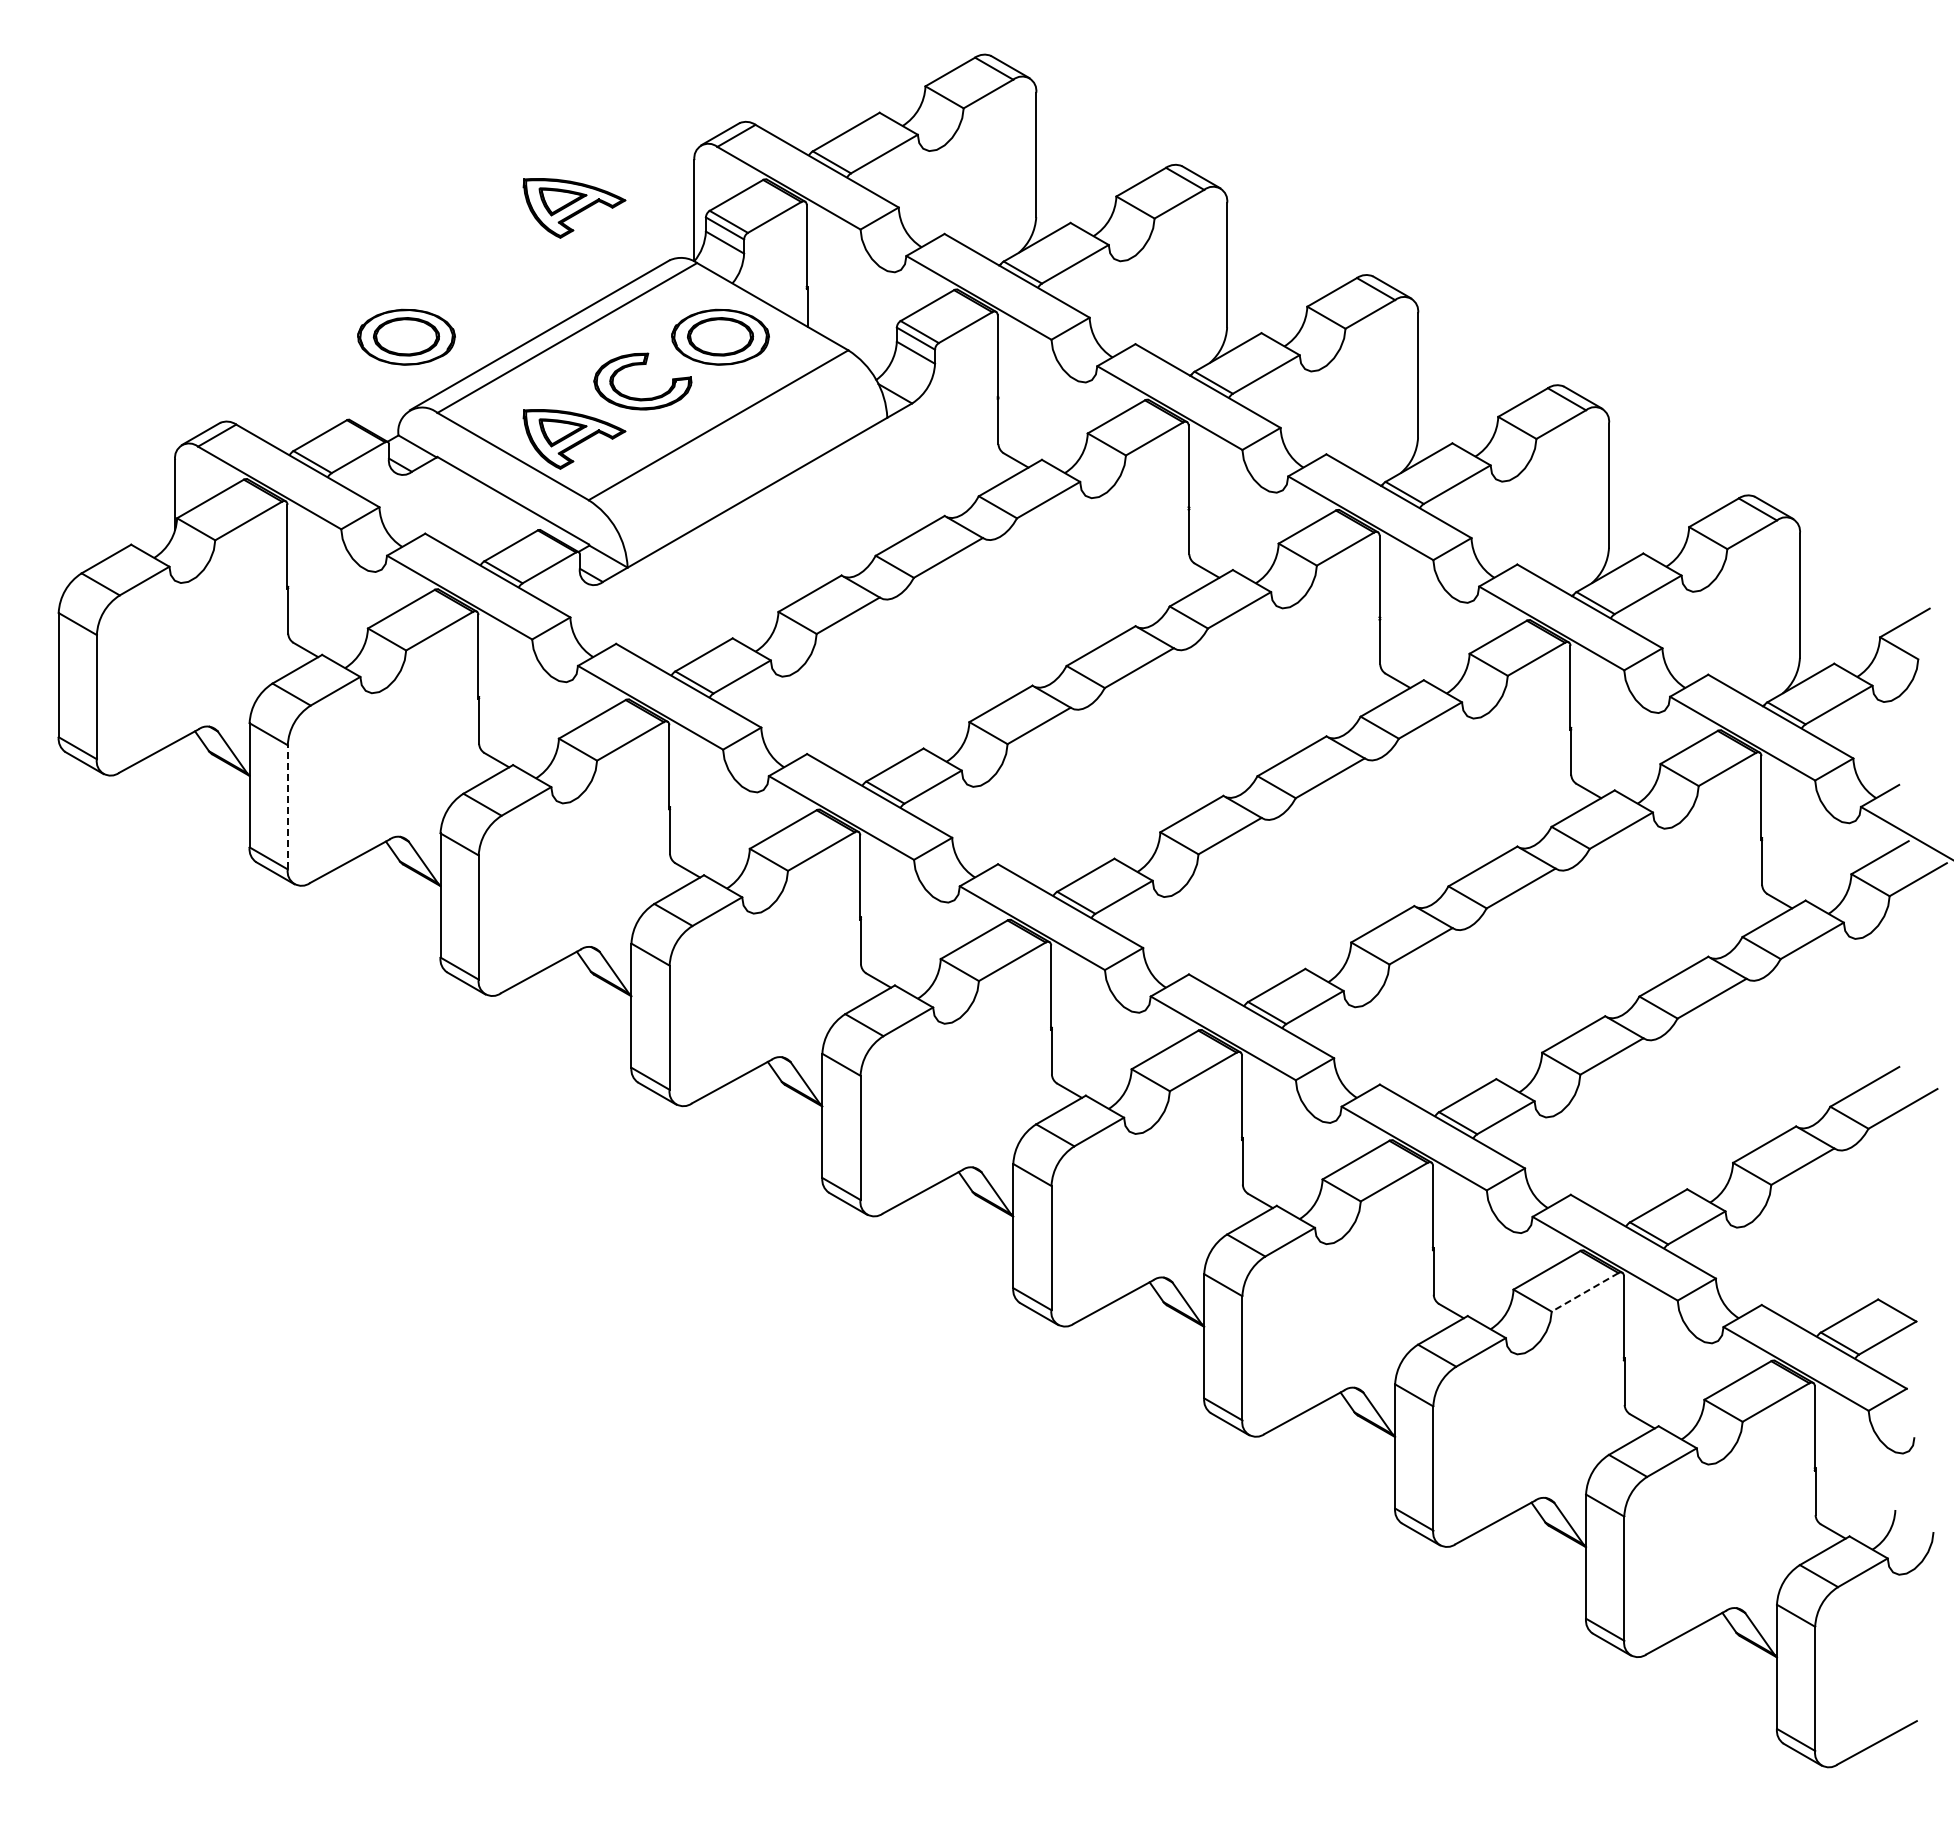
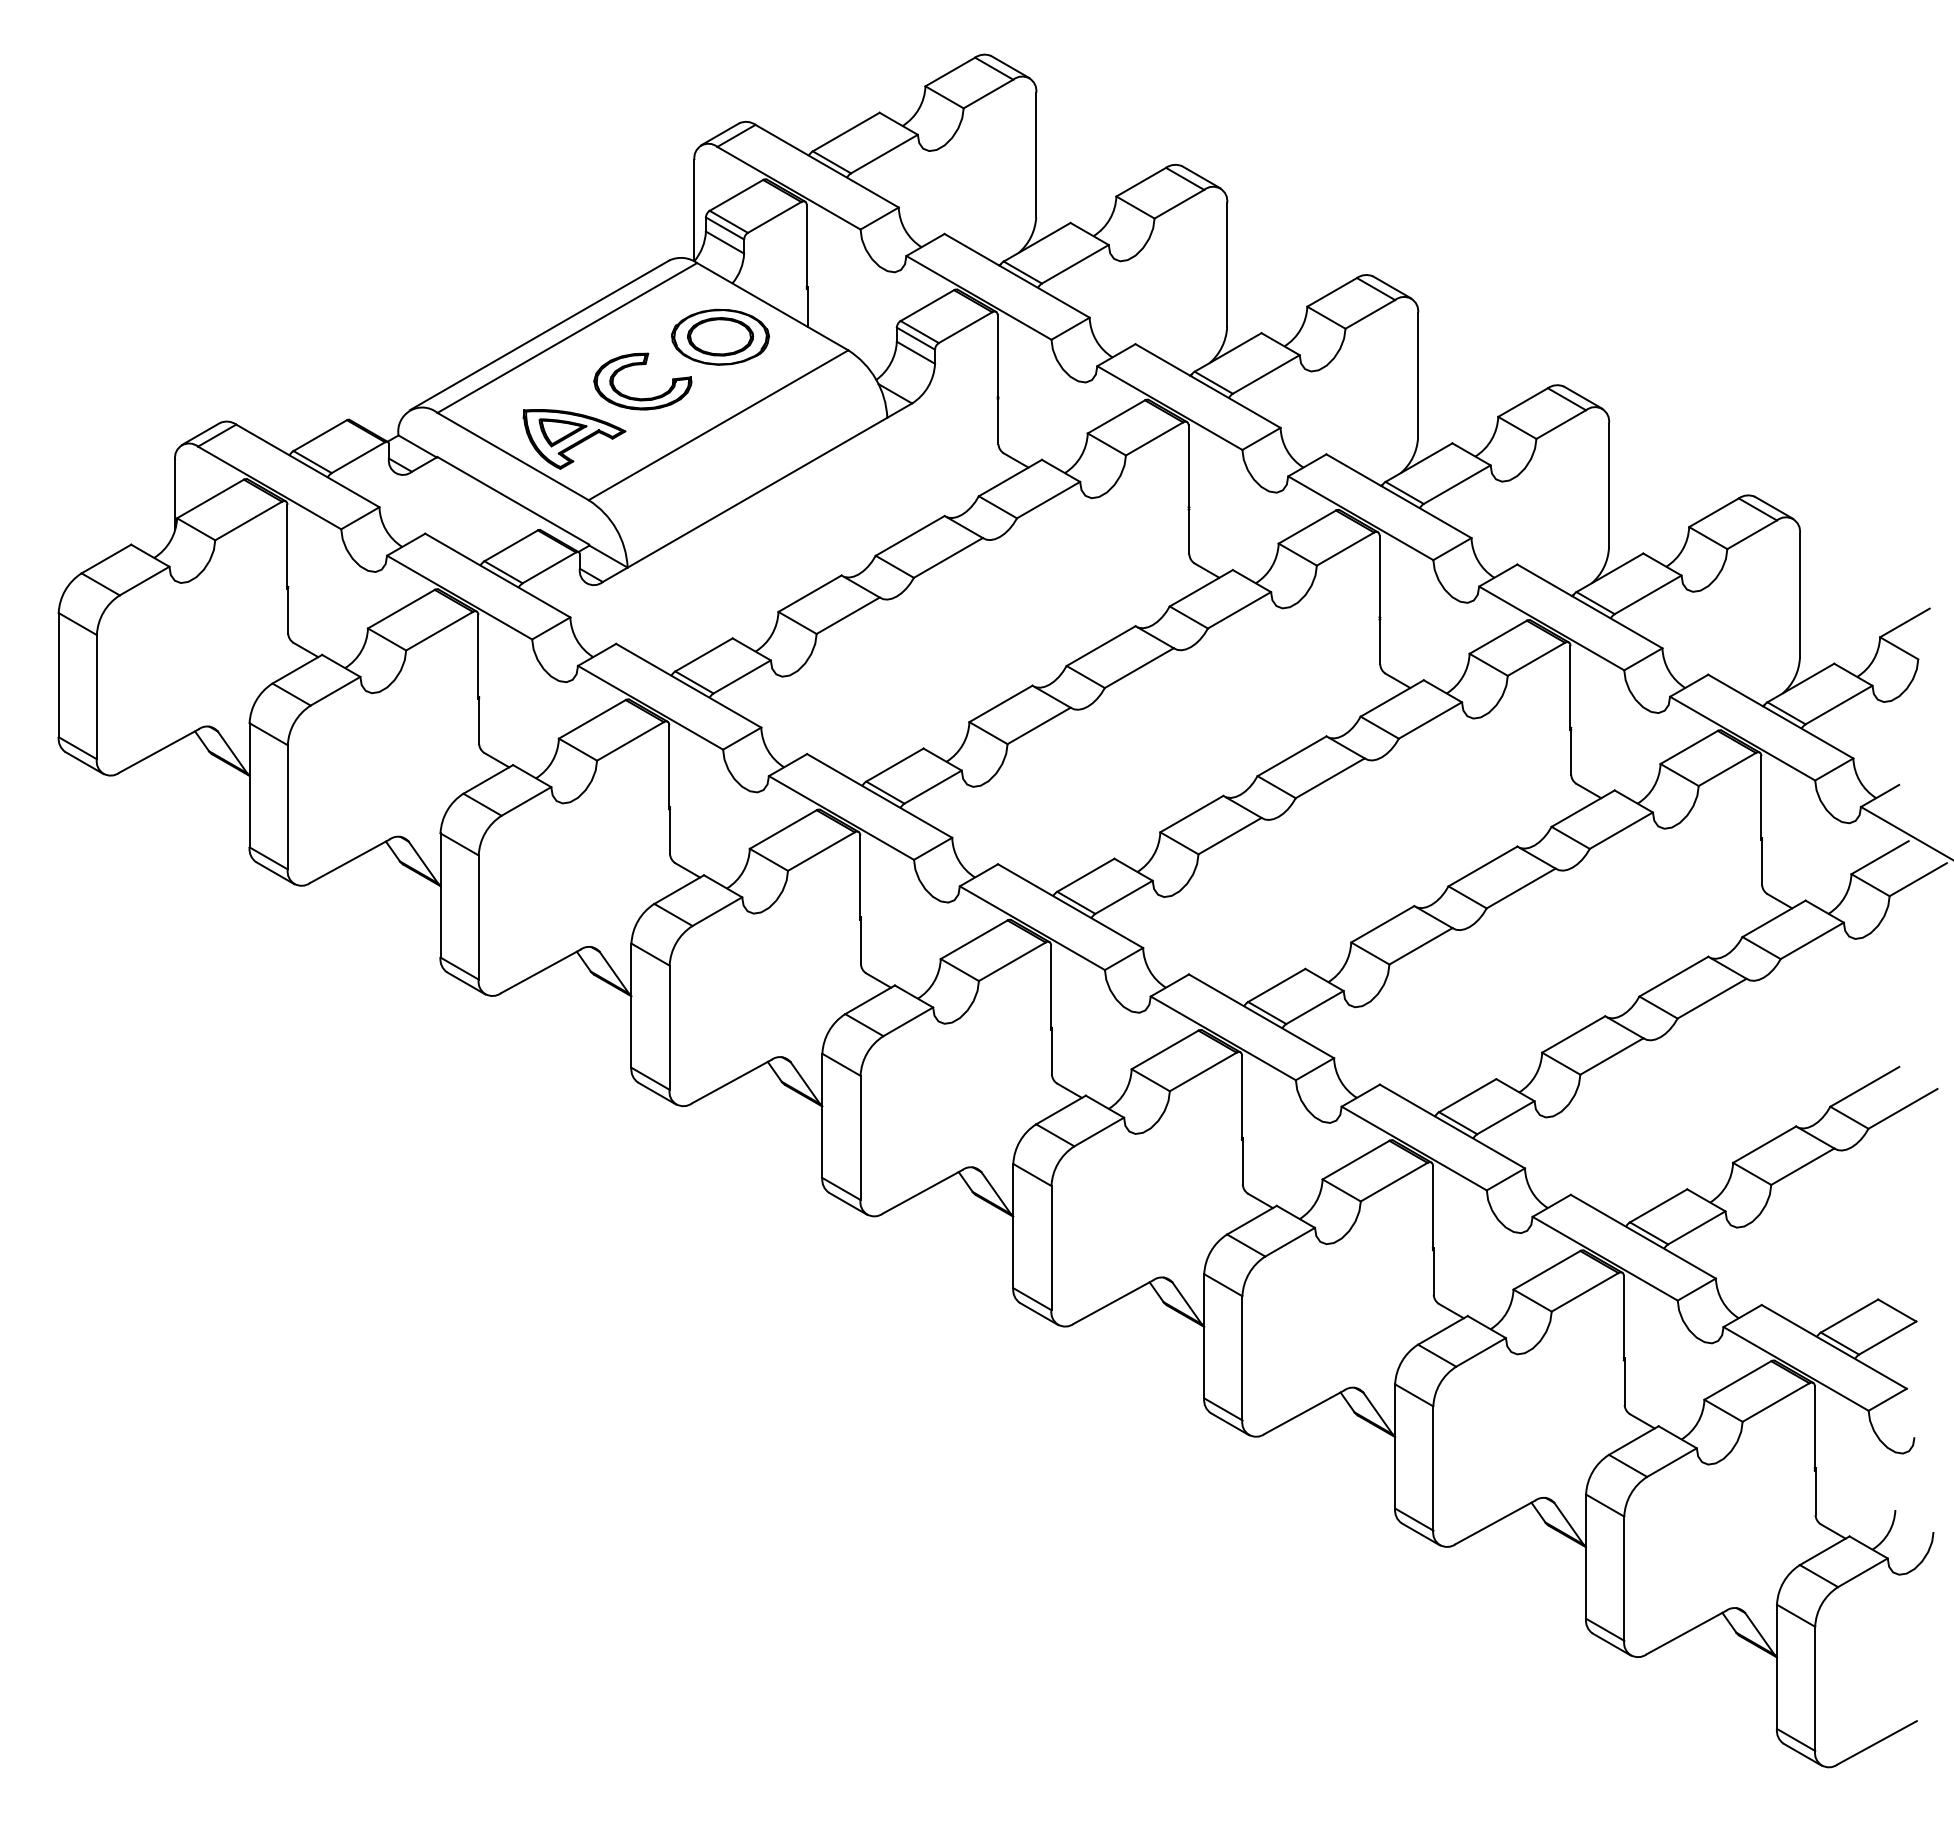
part at (574, 208): present -> none
part at (406, 336): present -> none
line at (287, 806): dashed -> solid
line at (1585, 1292): dashed -> solid
